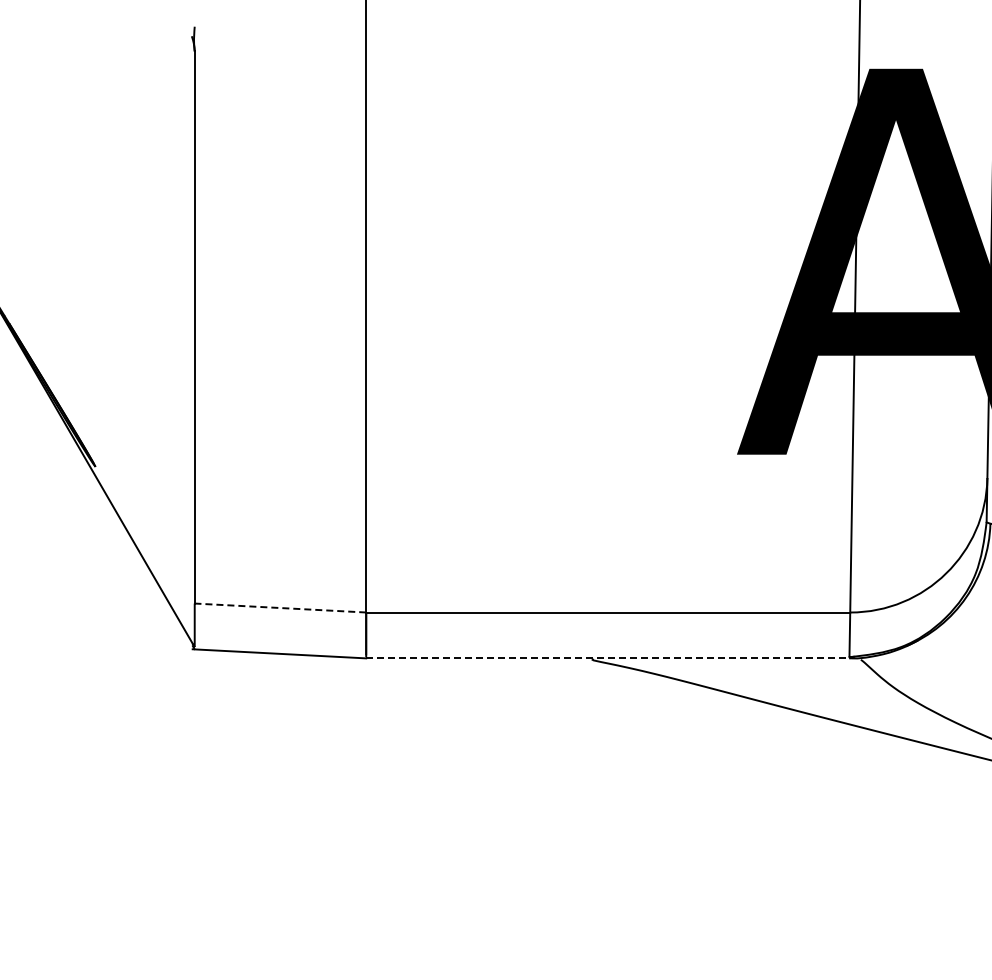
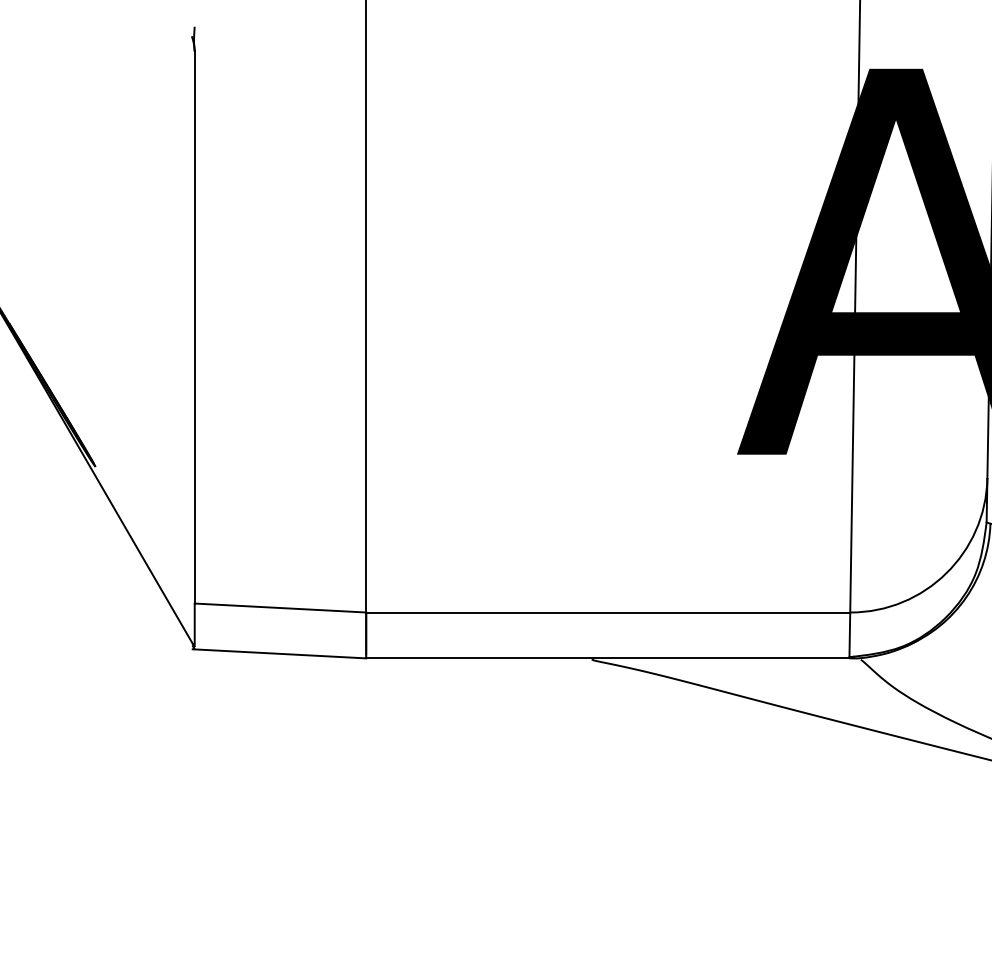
line at (280, 608): dashed -> solid
line at (608, 658): dashed -> solid
